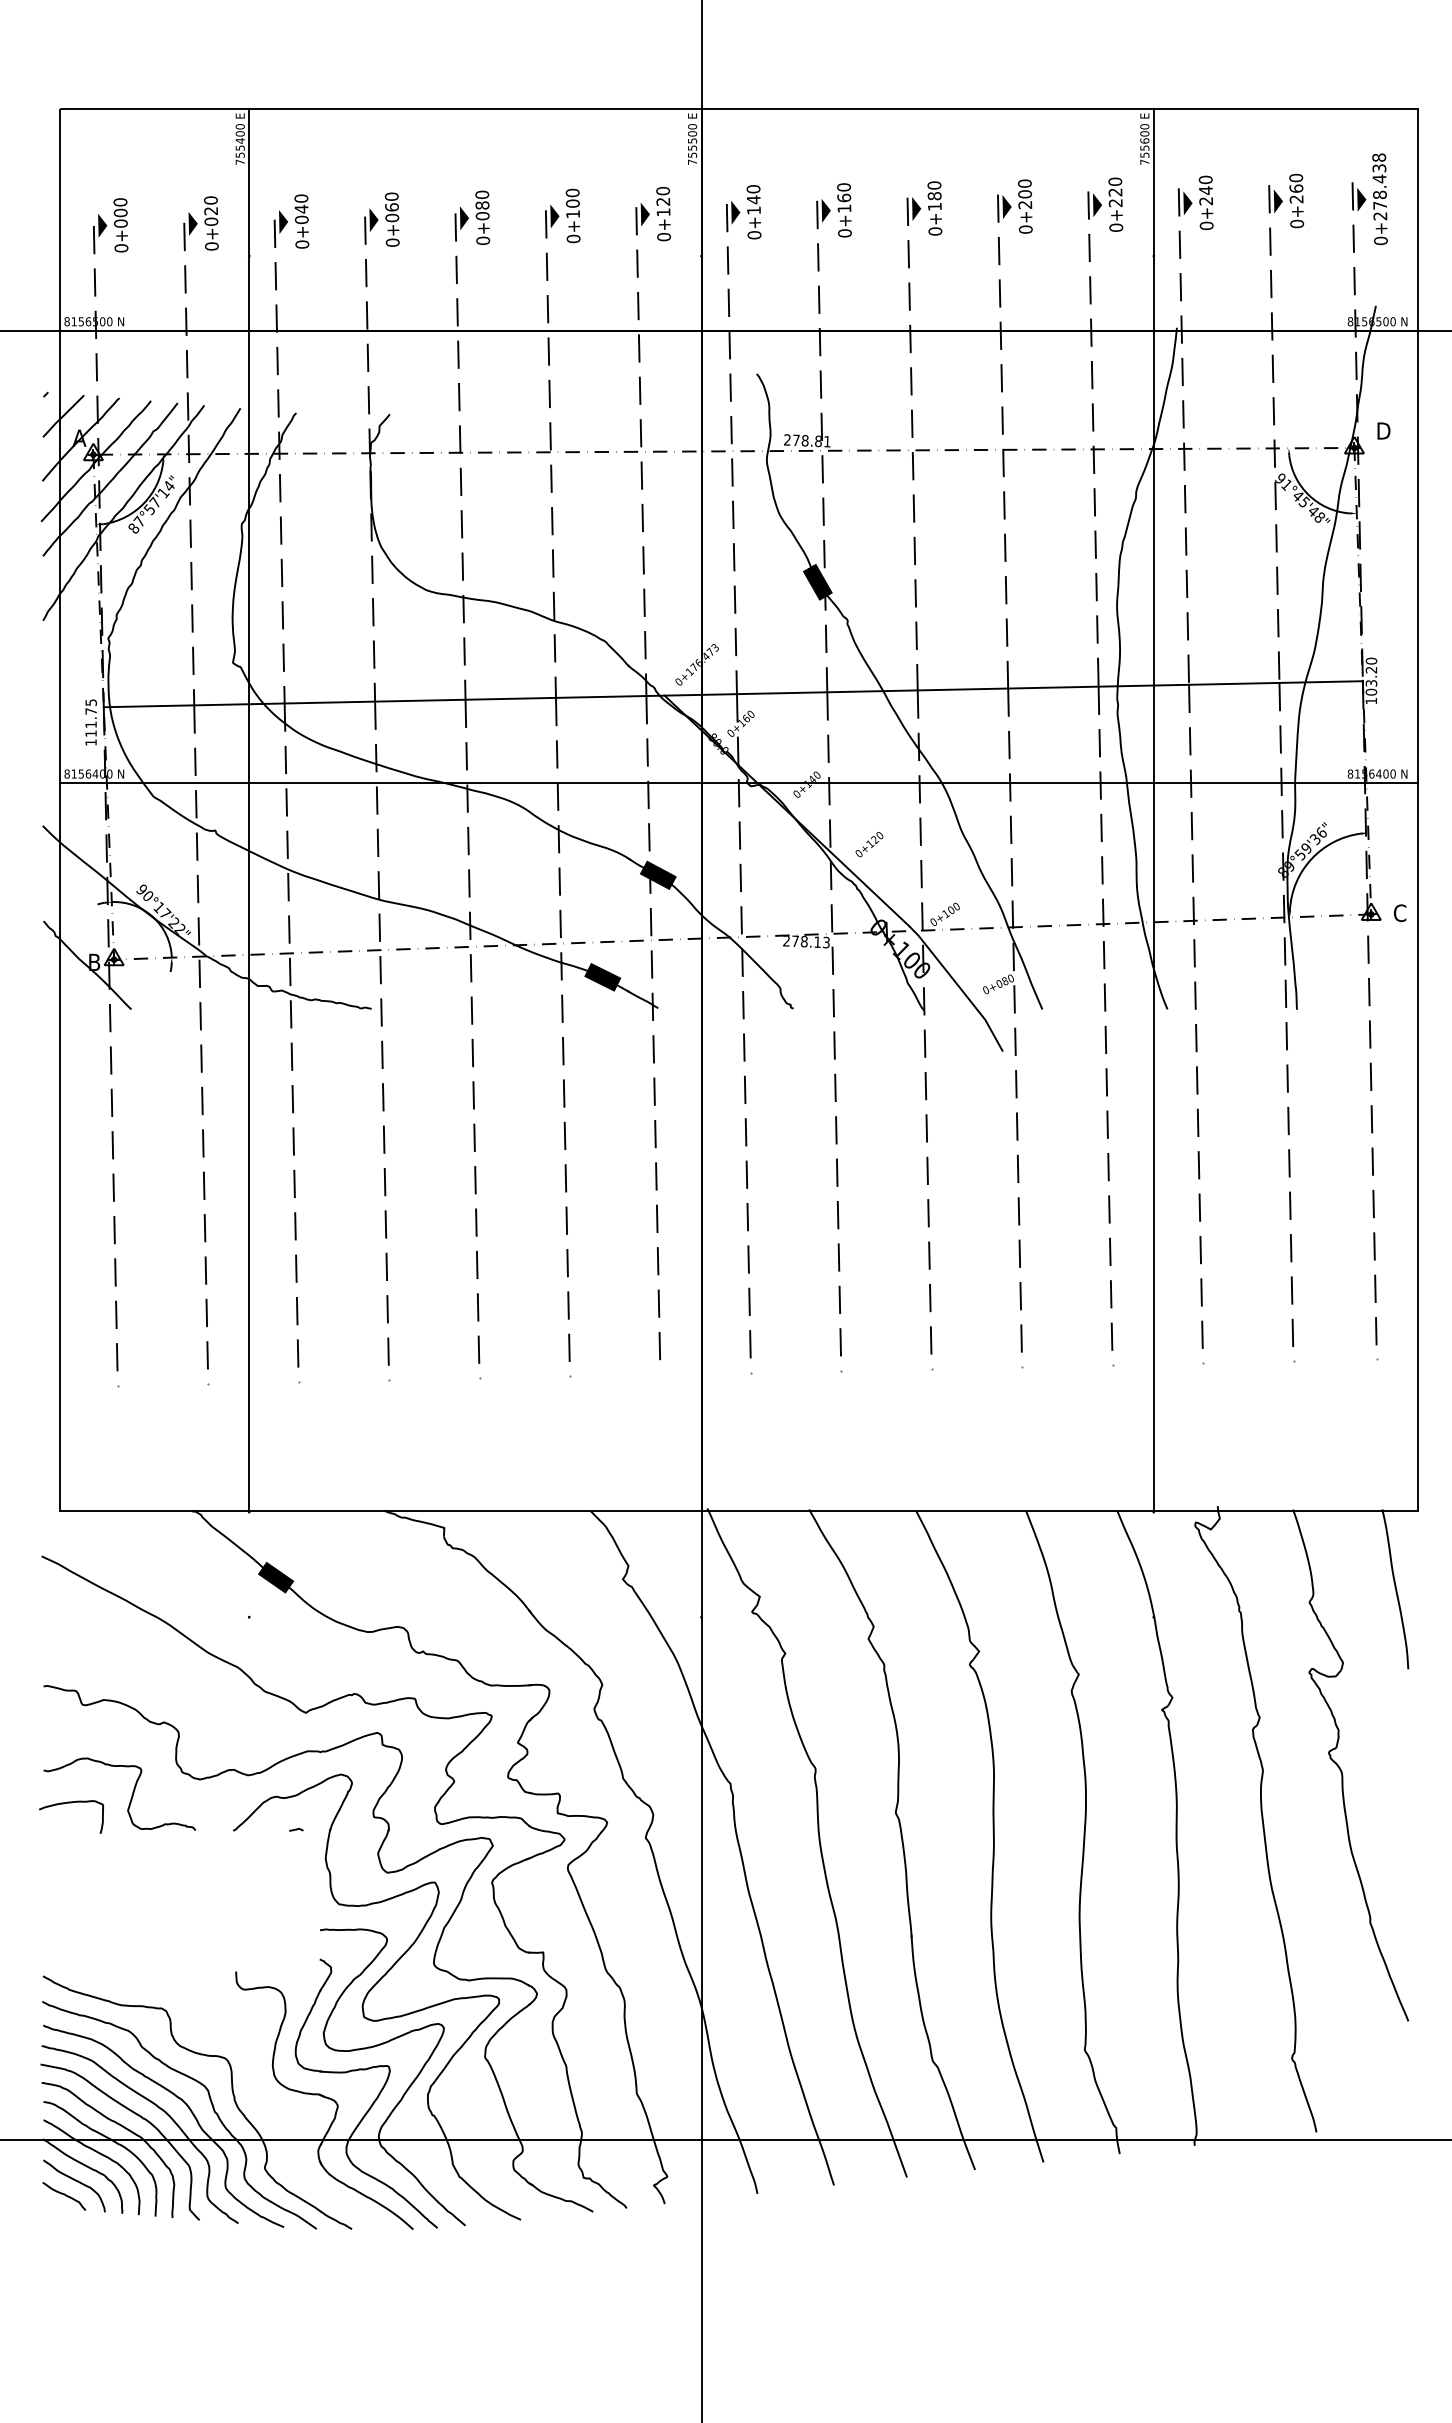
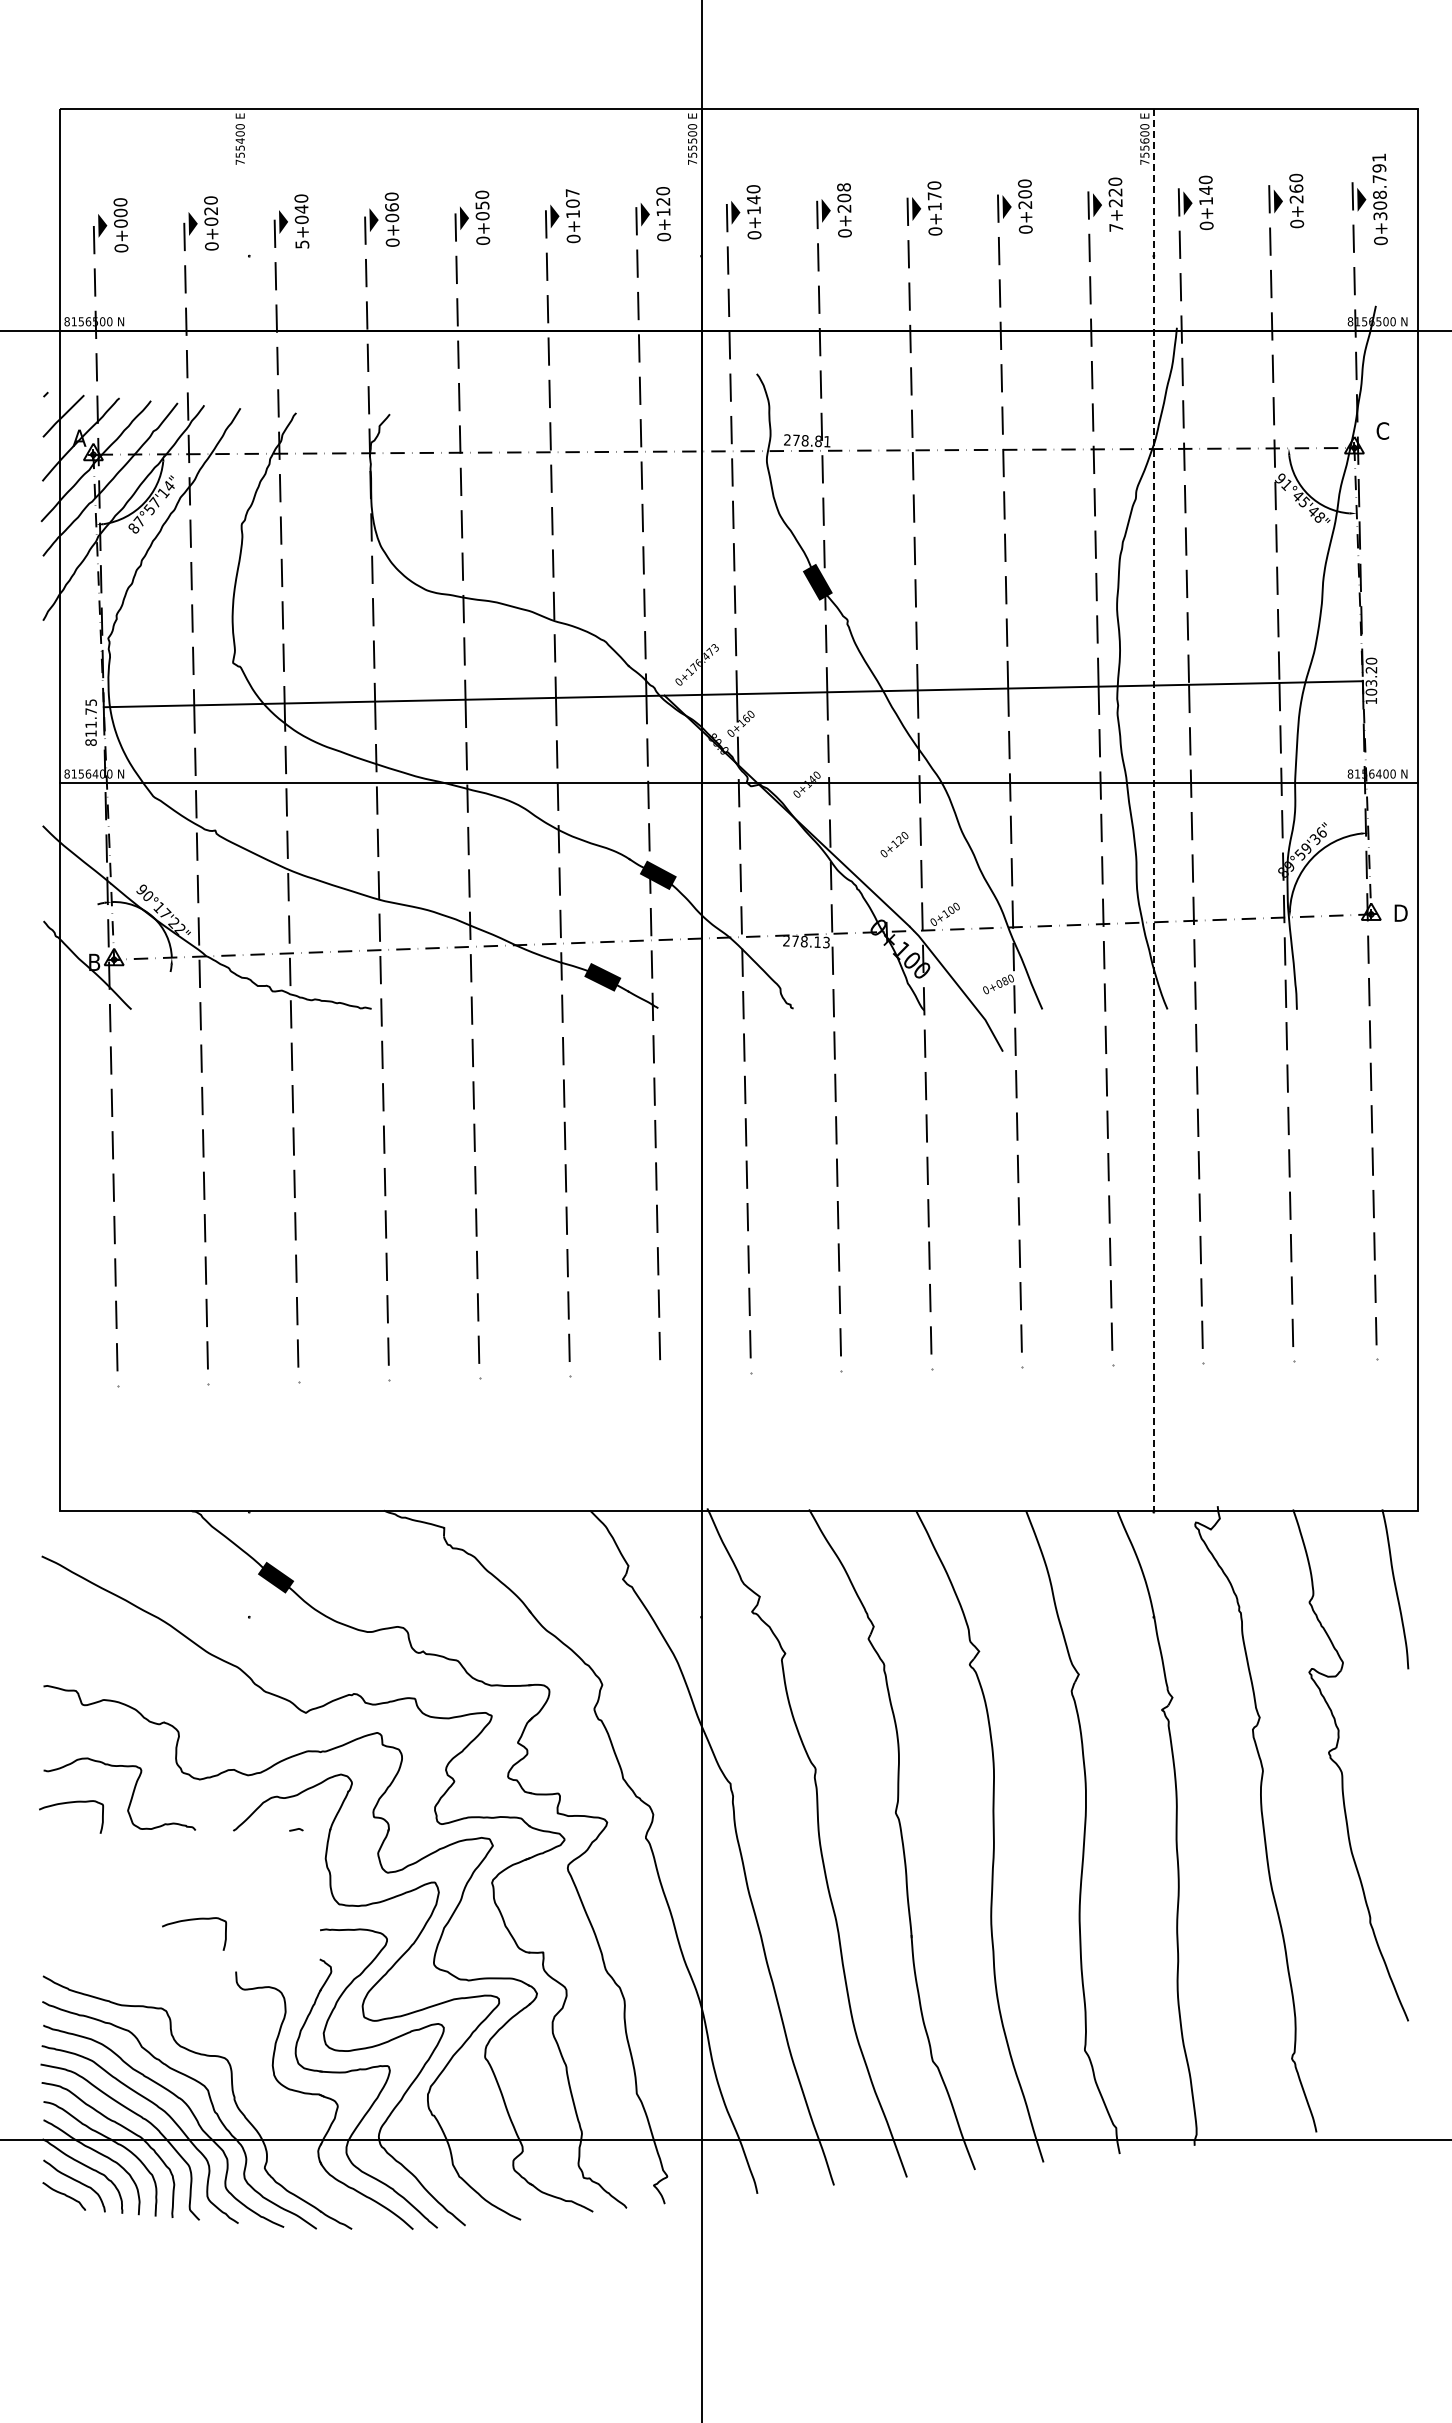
text at (1379, 186): 0+278.438 -> 0+308.791
text at (572, 192): 0+100 -> 0+107
text at (934, 196): 0+180 -> 0+170
text at (844, 197): 0+160 -> 0+208
text at (1205, 201): 0+240 -> 0+140
text at (482, 205): 0+080 -> 0+050
text at (1116, 227): 0+220 -> 7+220
text at (302, 244): 0+040 -> 5+040
text at (1383, 430): D -> C
text at (90, 742): 111.75 -> 811.75
line at (249, 809): present -> none
line at (1153, 809): solid -> dashed
text at (869, 844) position: (869, 844) -> (894, 844)
text at (1400, 913): C -> D
curve at (194, 1920): none -> present
